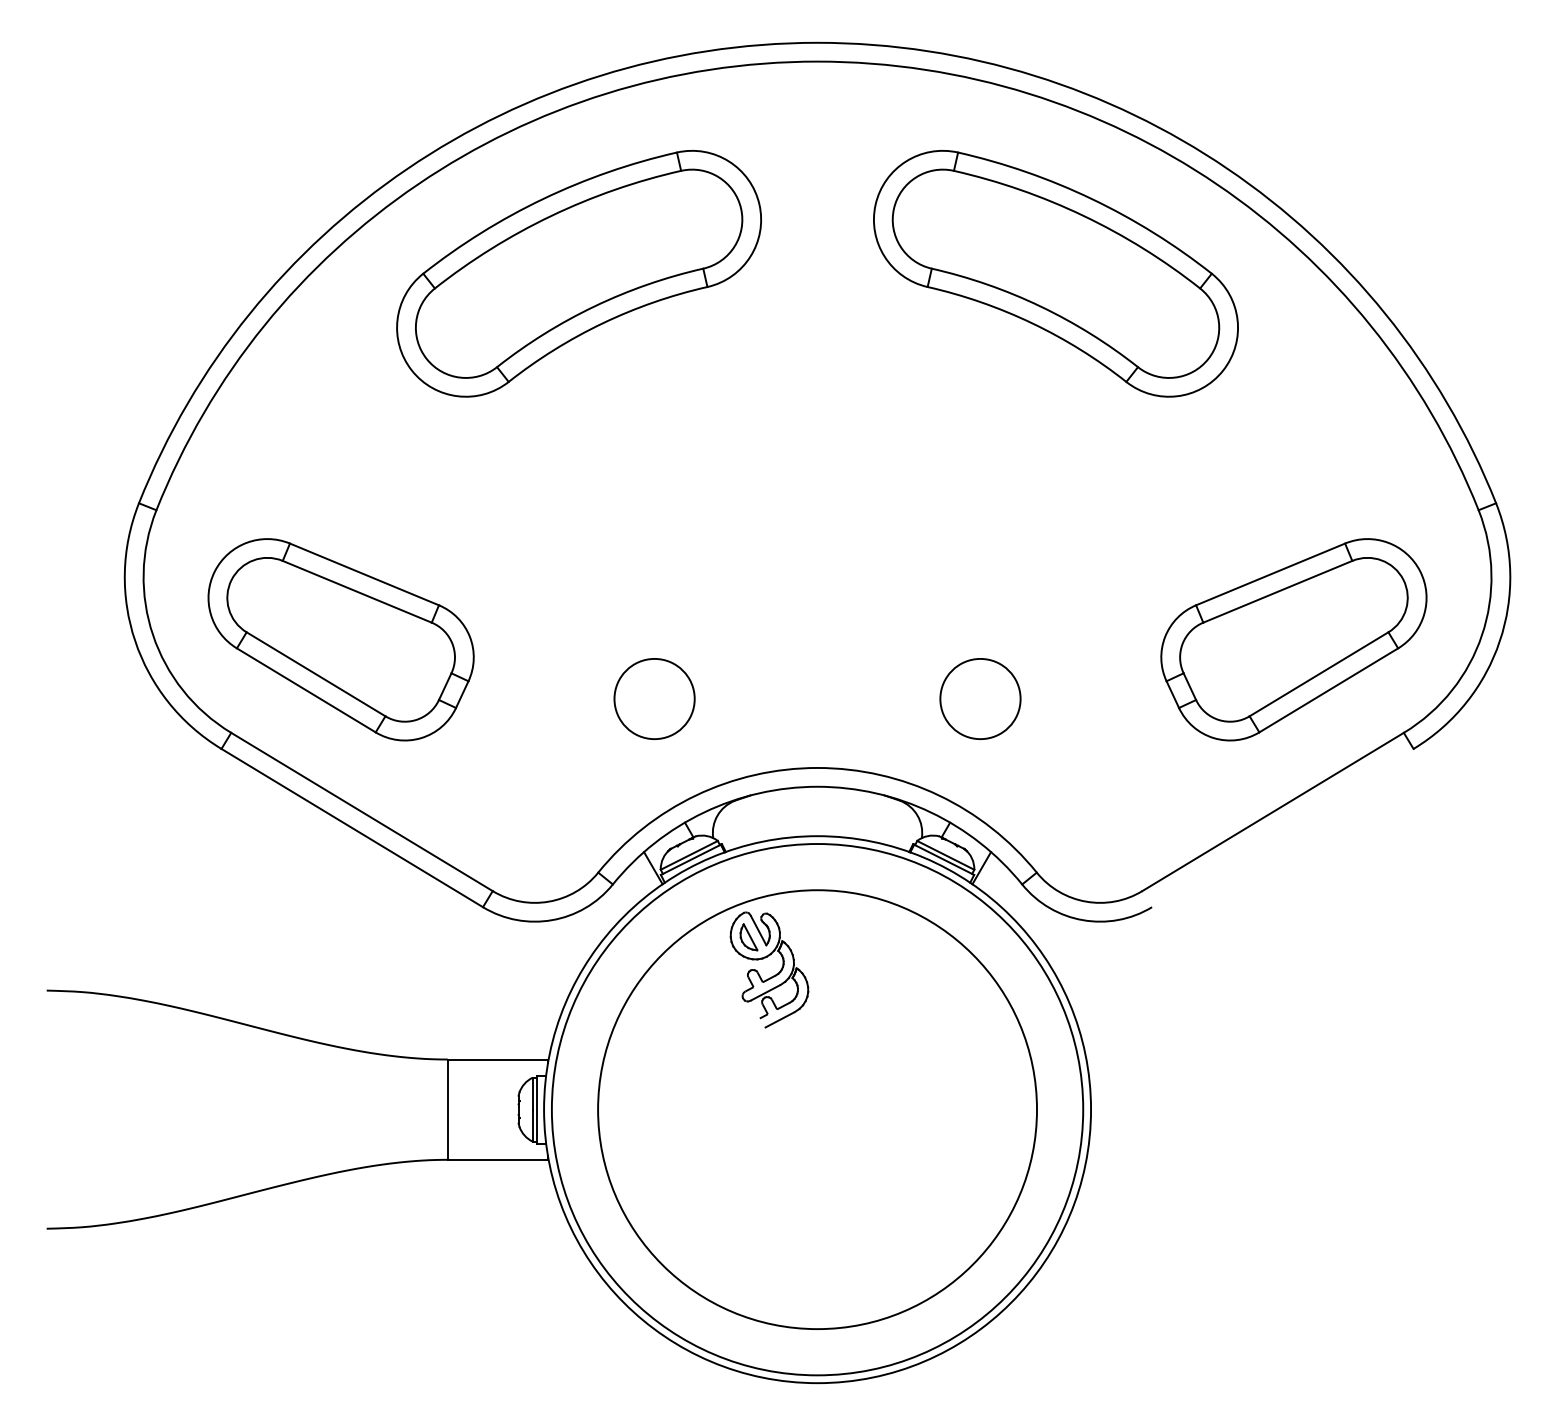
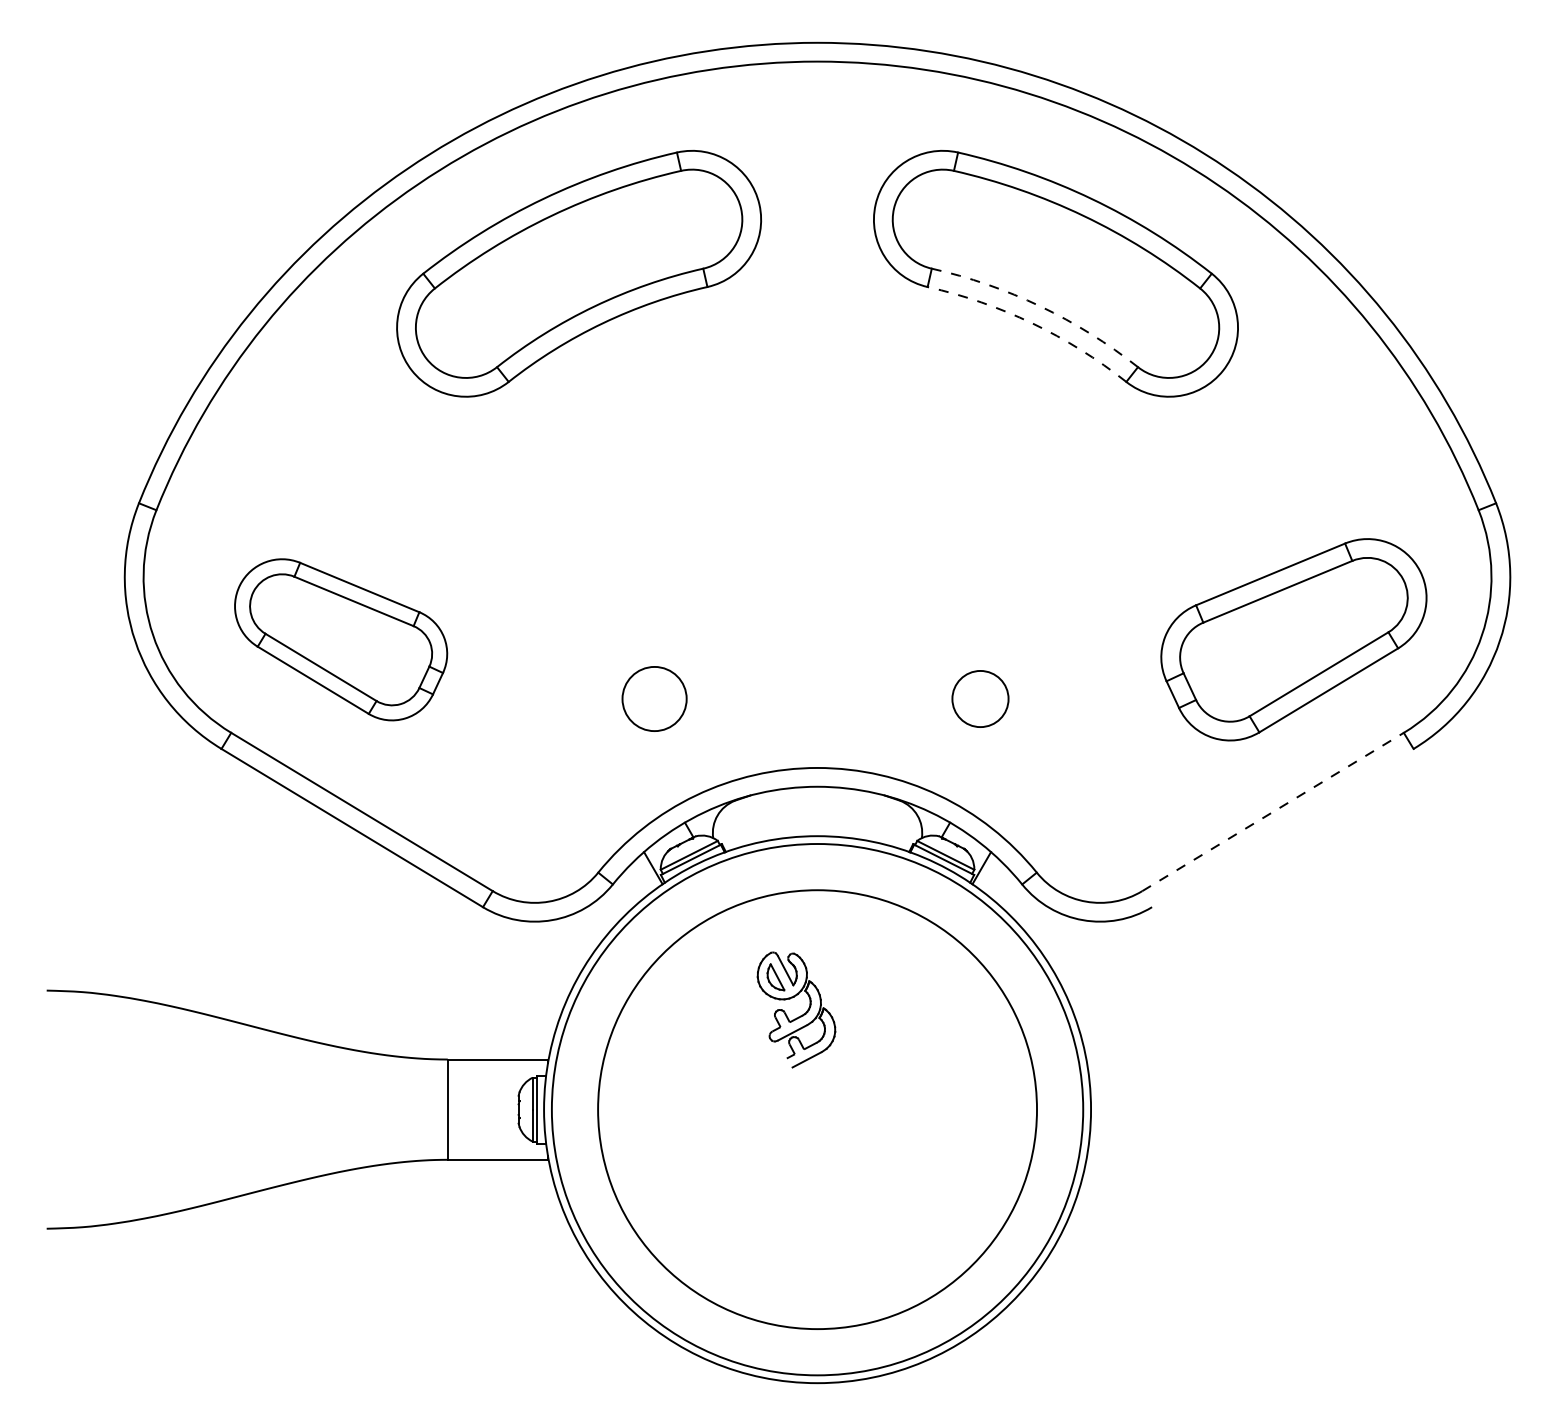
arc at (1040, 306): solid -> dashed
arc at (1032, 323): solid -> dashed
part at (340, 639) size: 268x204 px -> 215x164 px
circle at (654, 698) diameter: 80 px -> 64 px
circle at (980, 698) diameter: 80 px -> 56 px
line at (1273, 811): solid -> dashed
part at (773, 975) position: (773, 975) -> (800, 1015)
